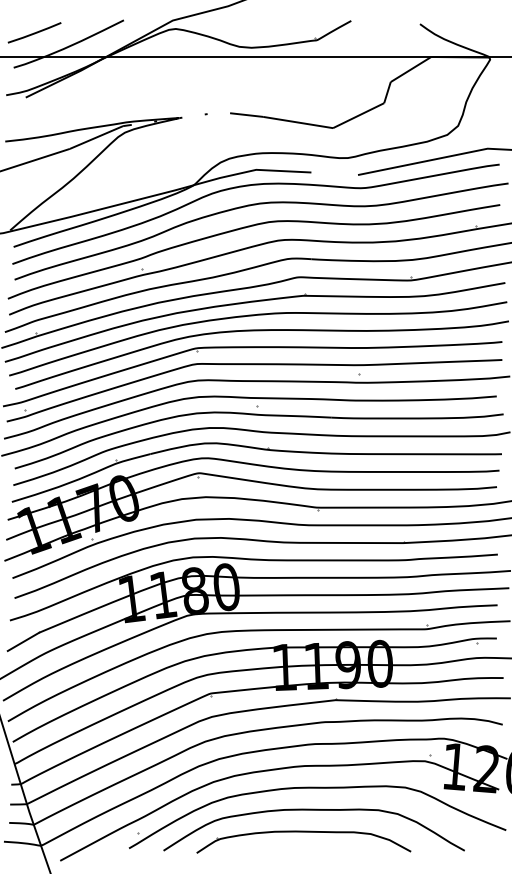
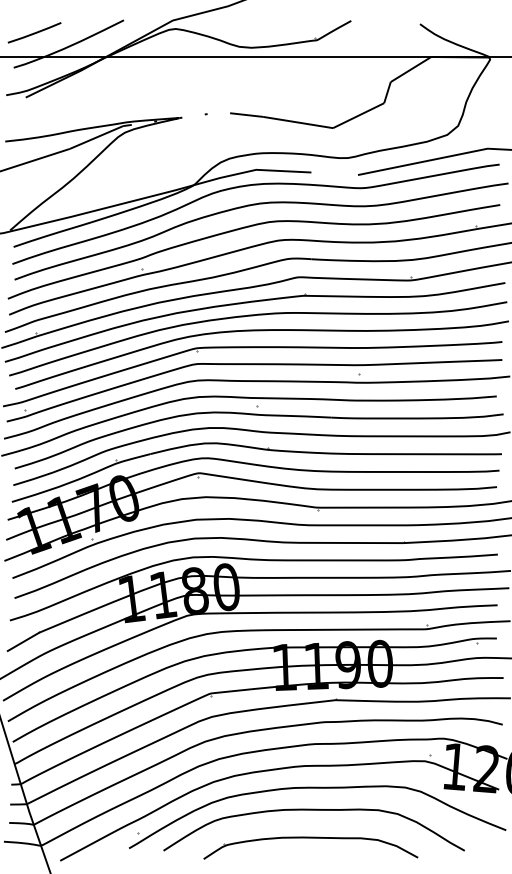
part at (303, 832) position: (303, 832) -> (310, 838)
